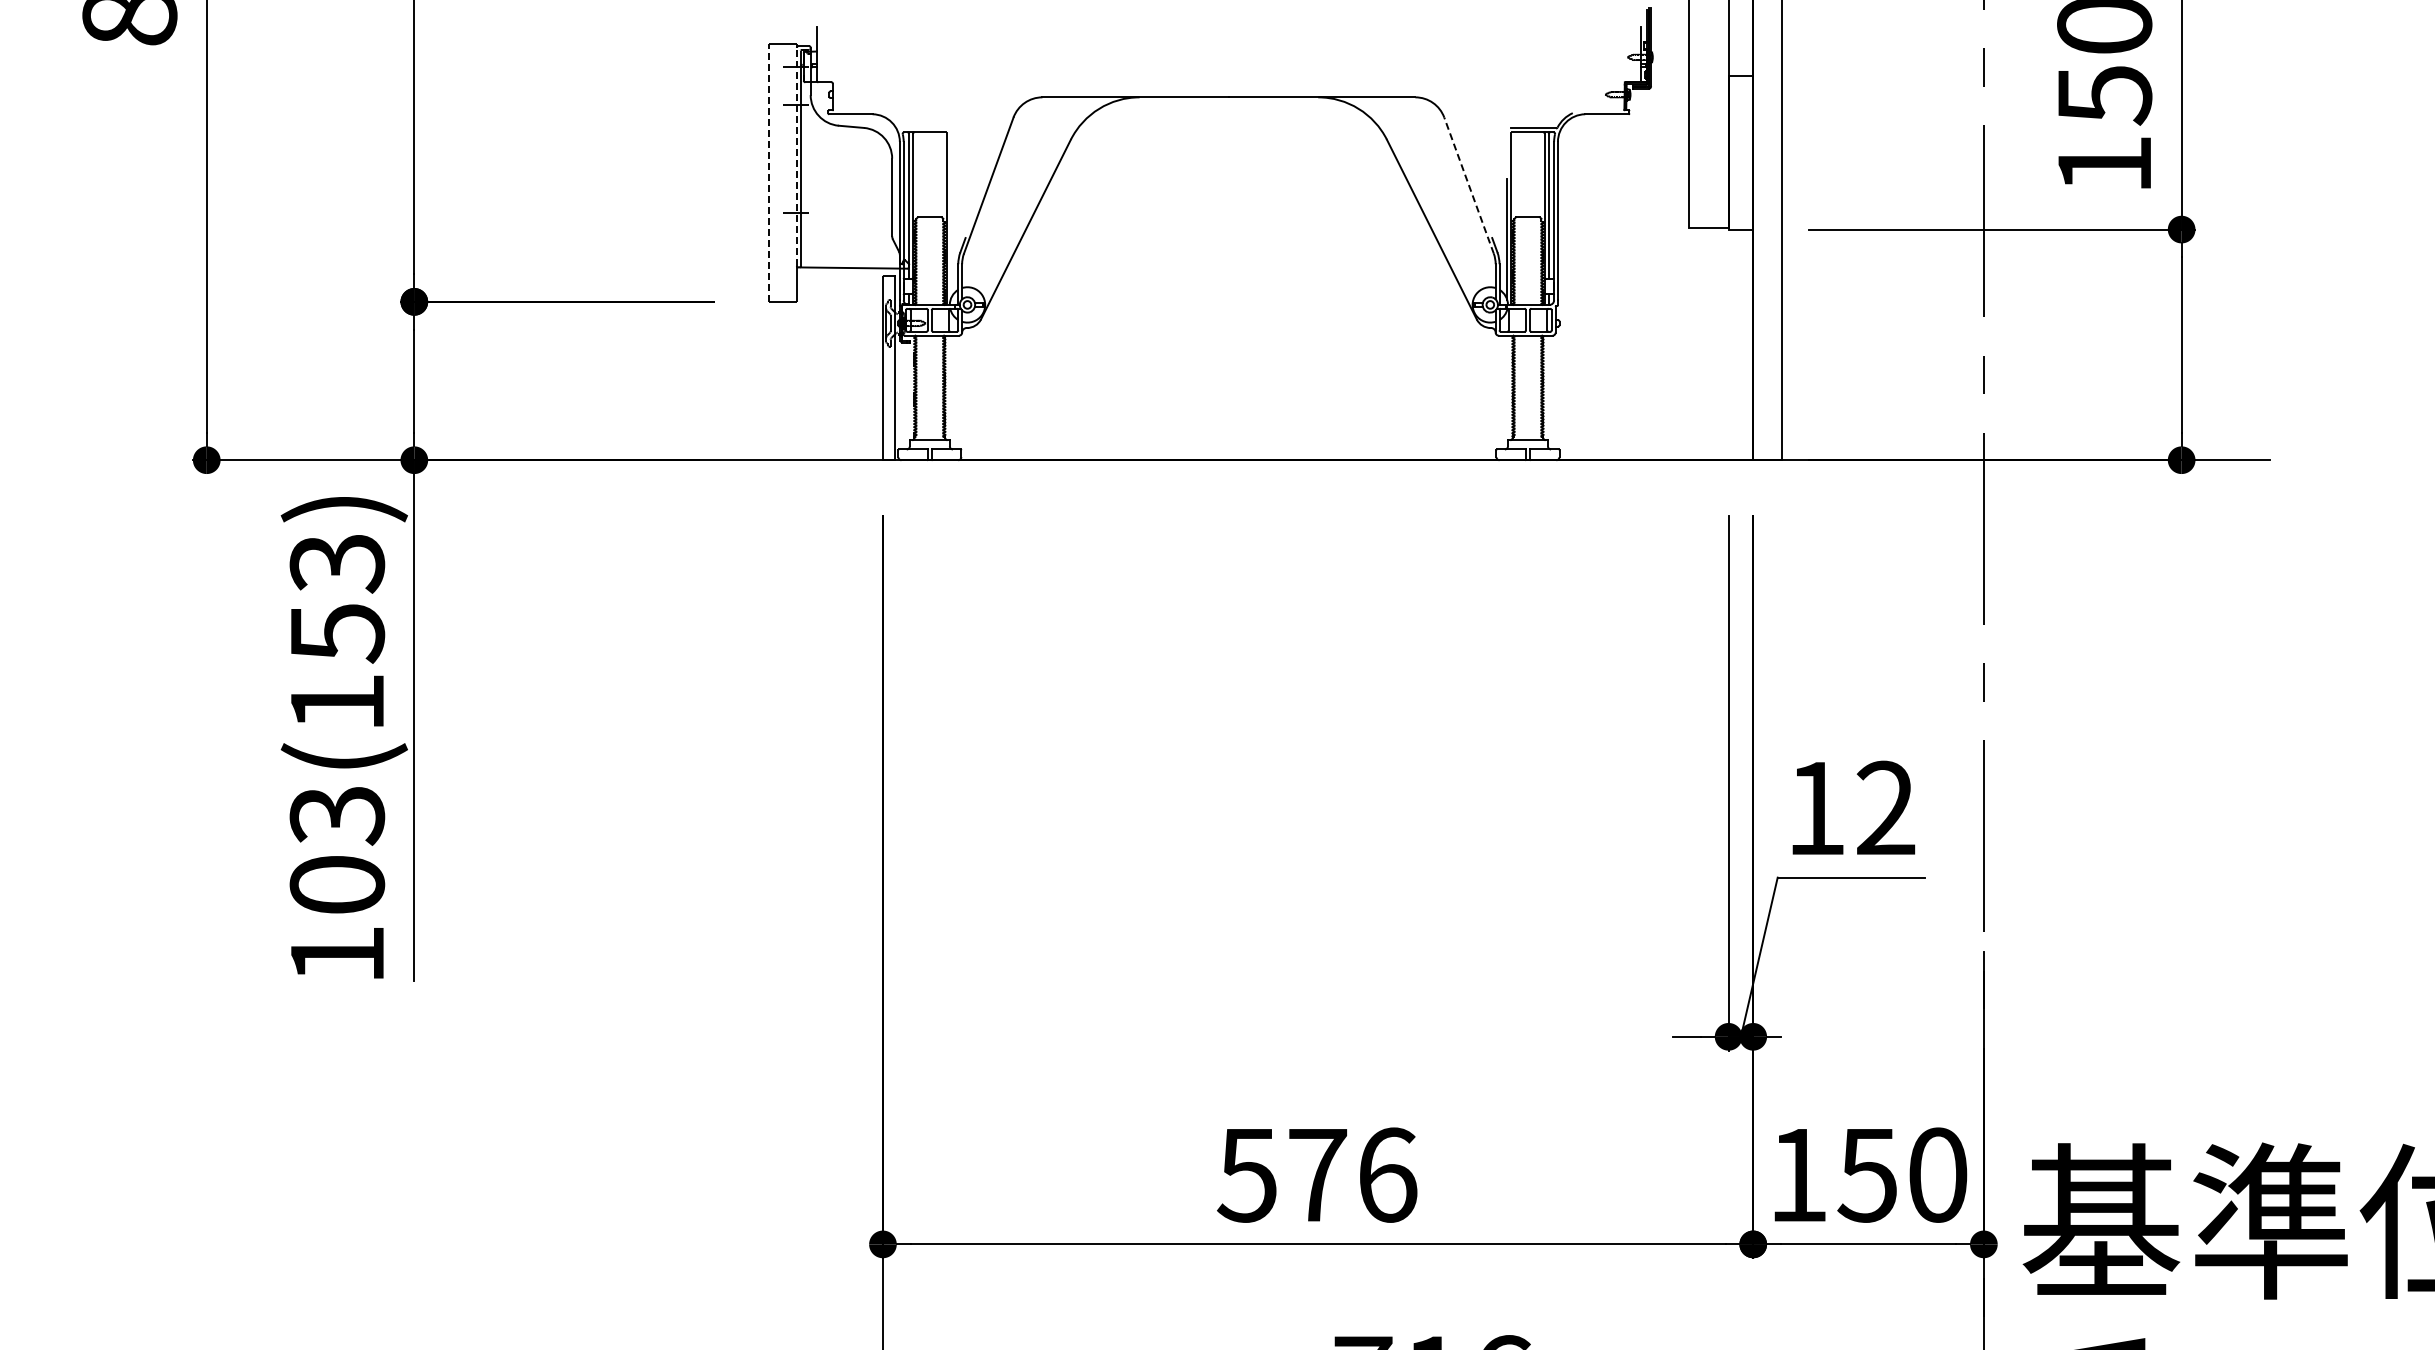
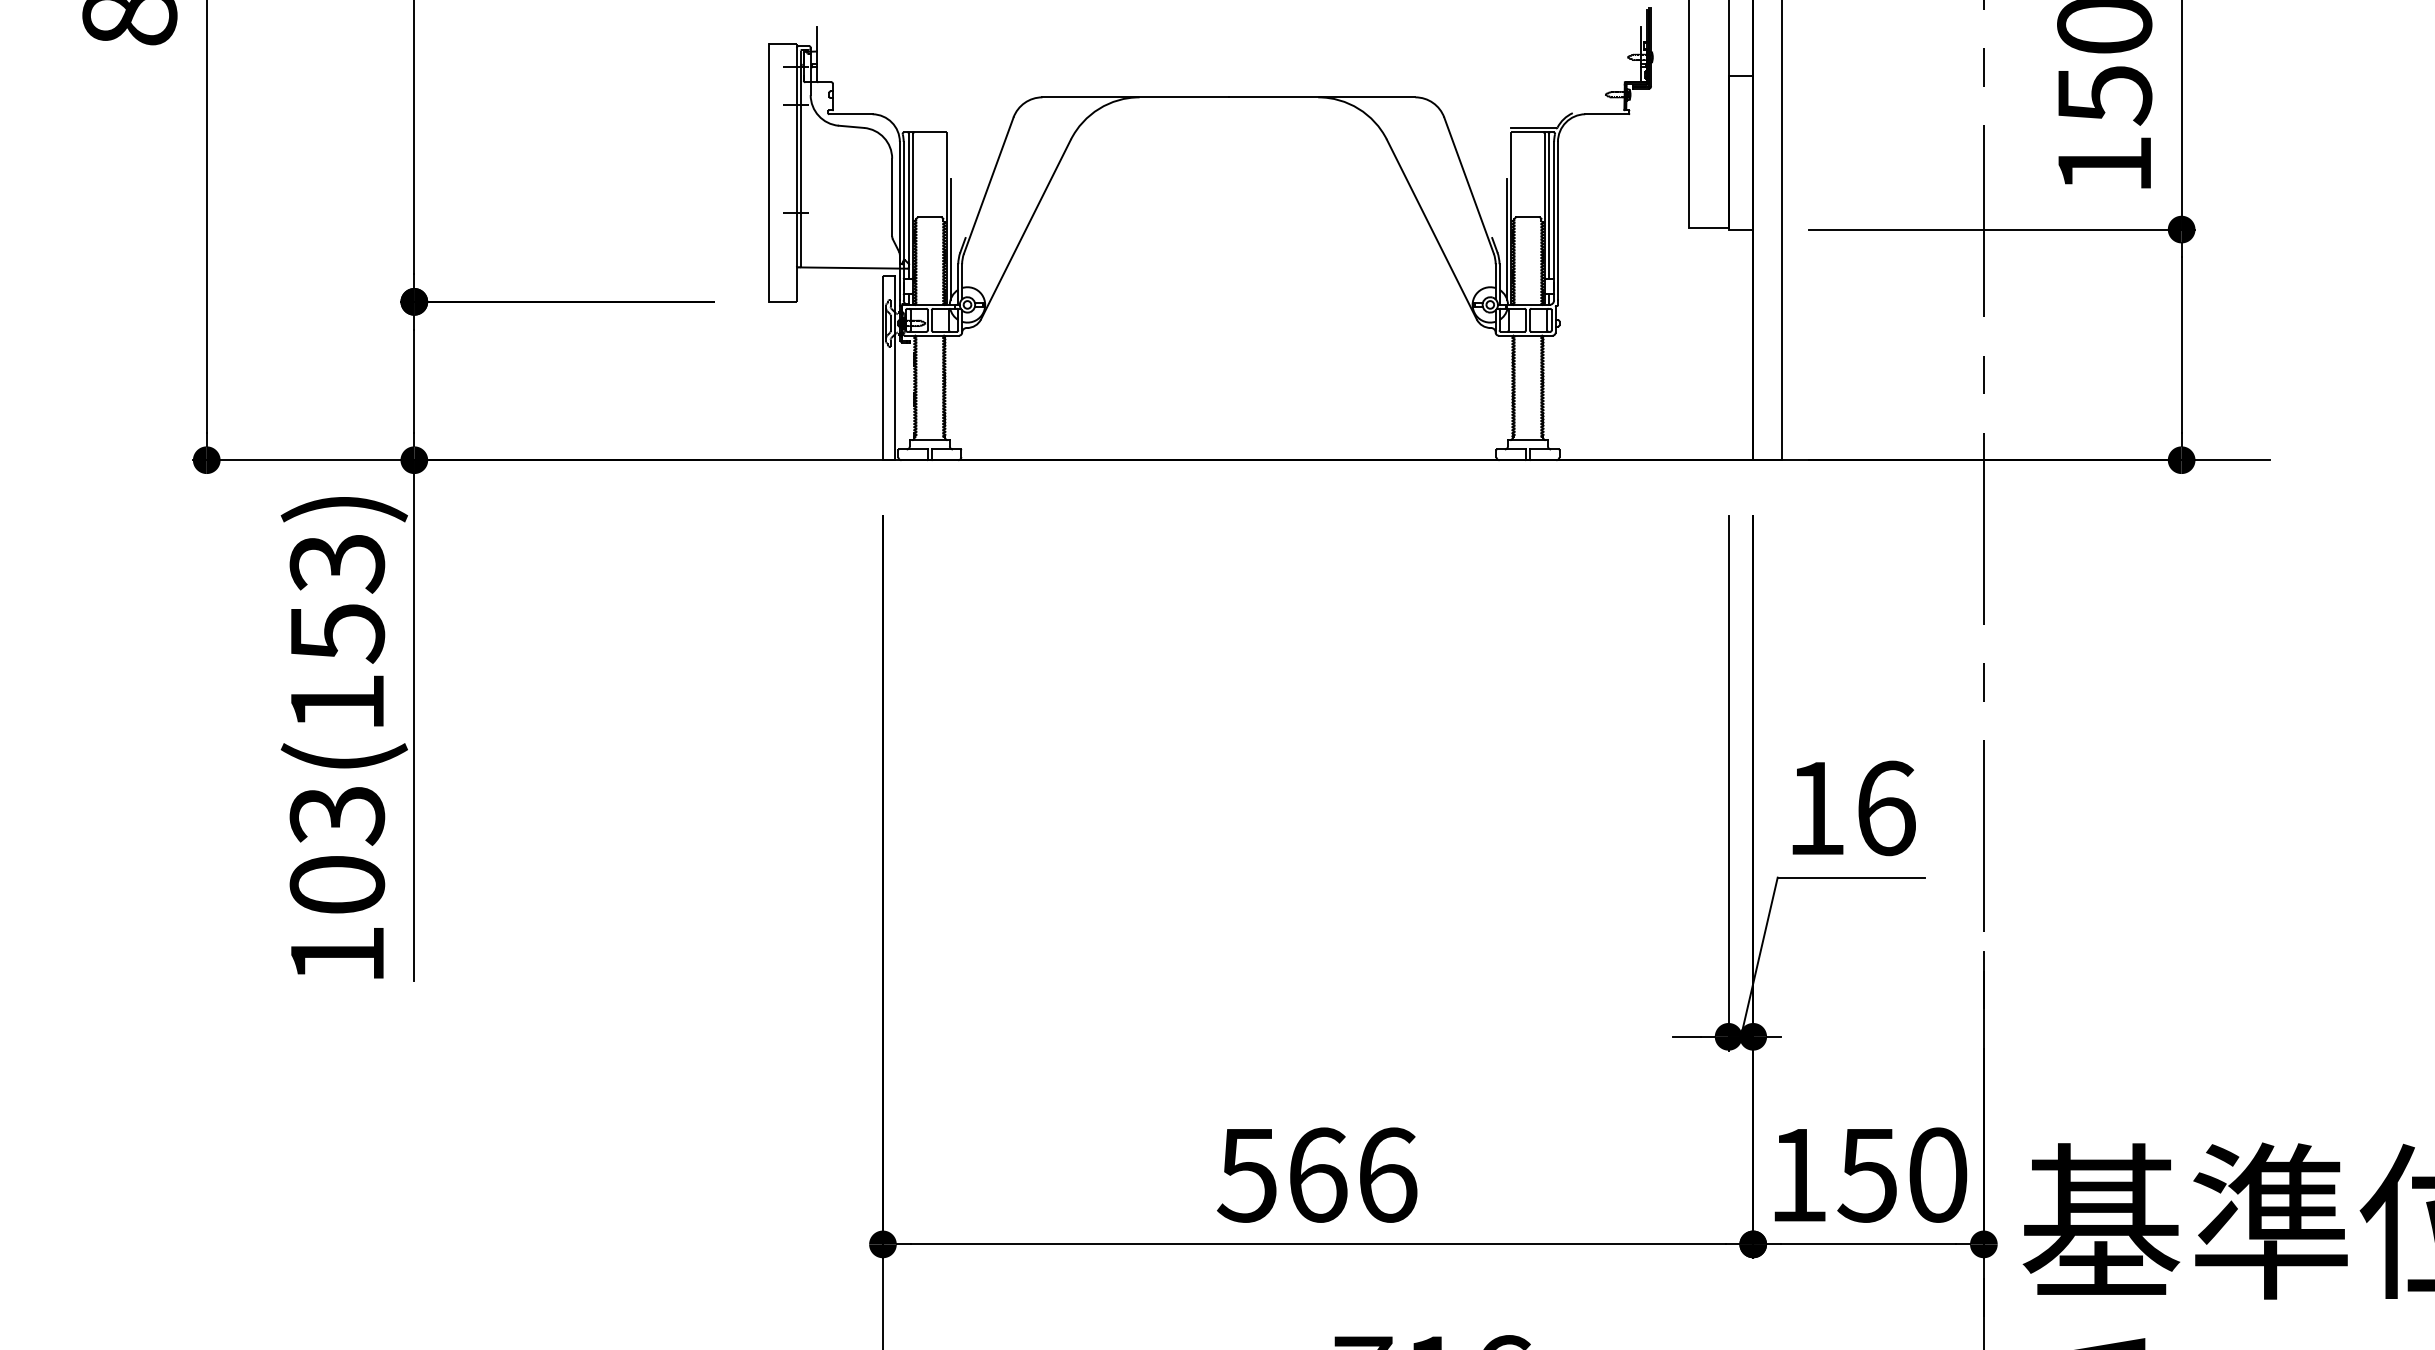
line at (796, 156): dashed -> solid
line at (769, 172): dashed -> solid
line at (1468, 185): dashed -> solid
line at (950, 238): none -> present
text at (1885, 808): 12 -> 16
text at (1318, 1174): 576 -> 566
